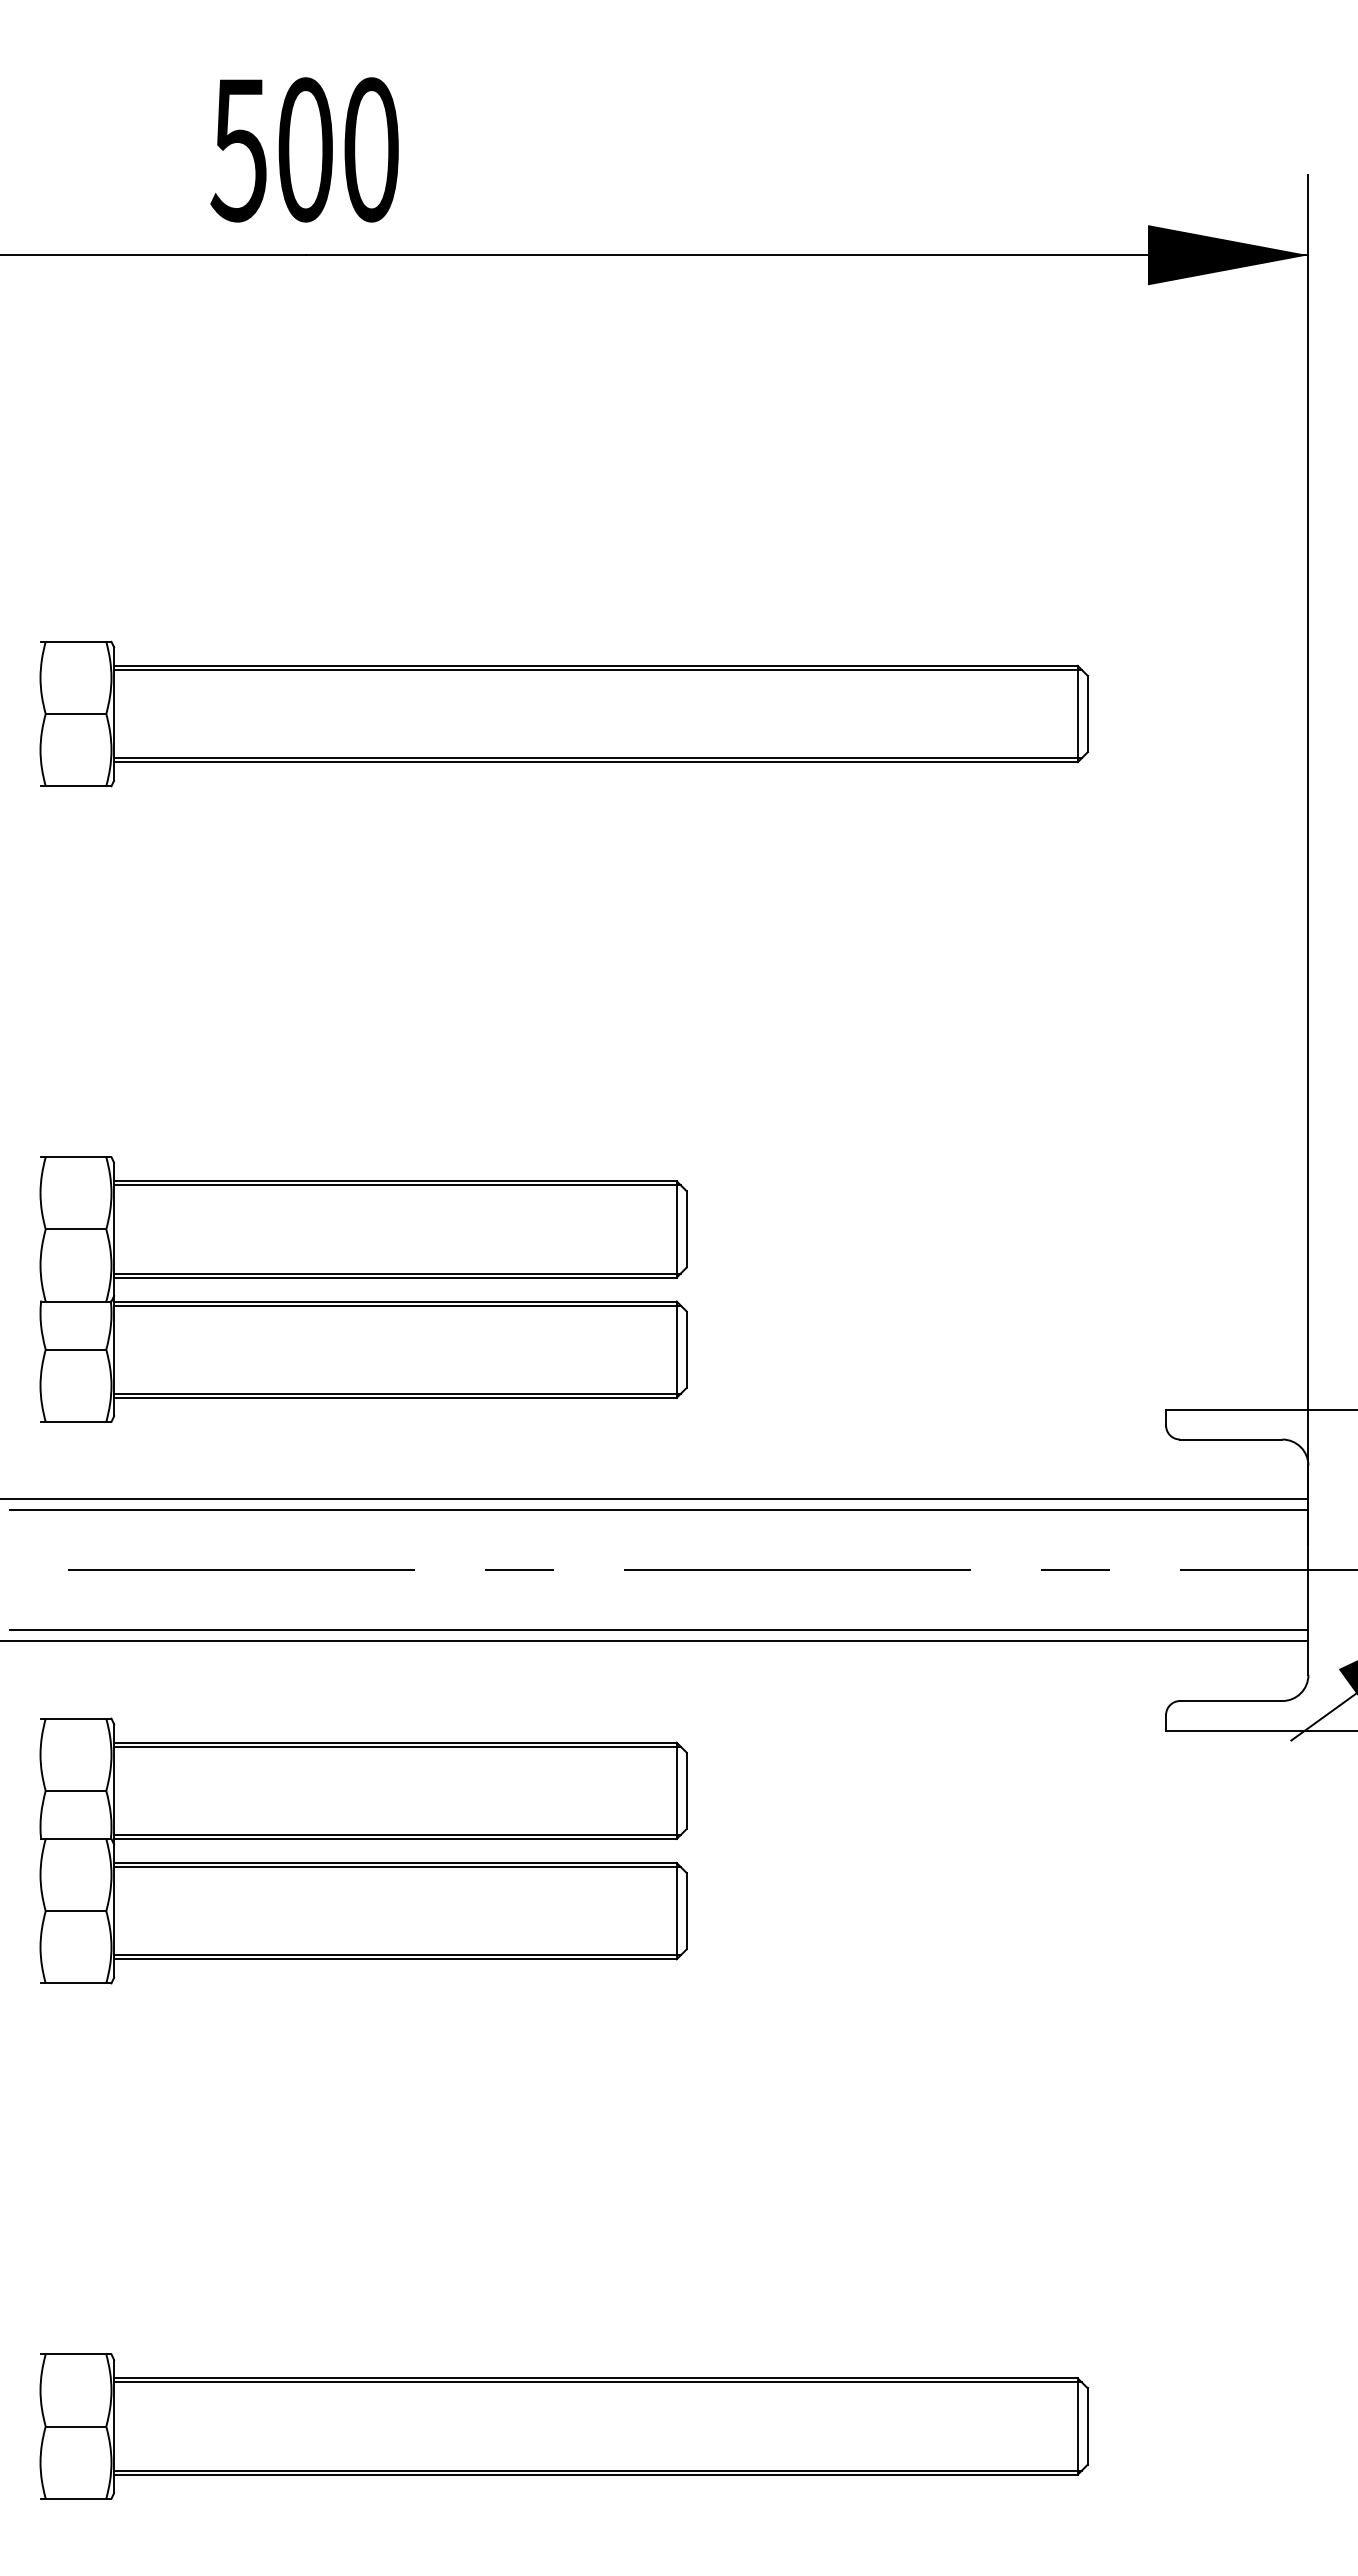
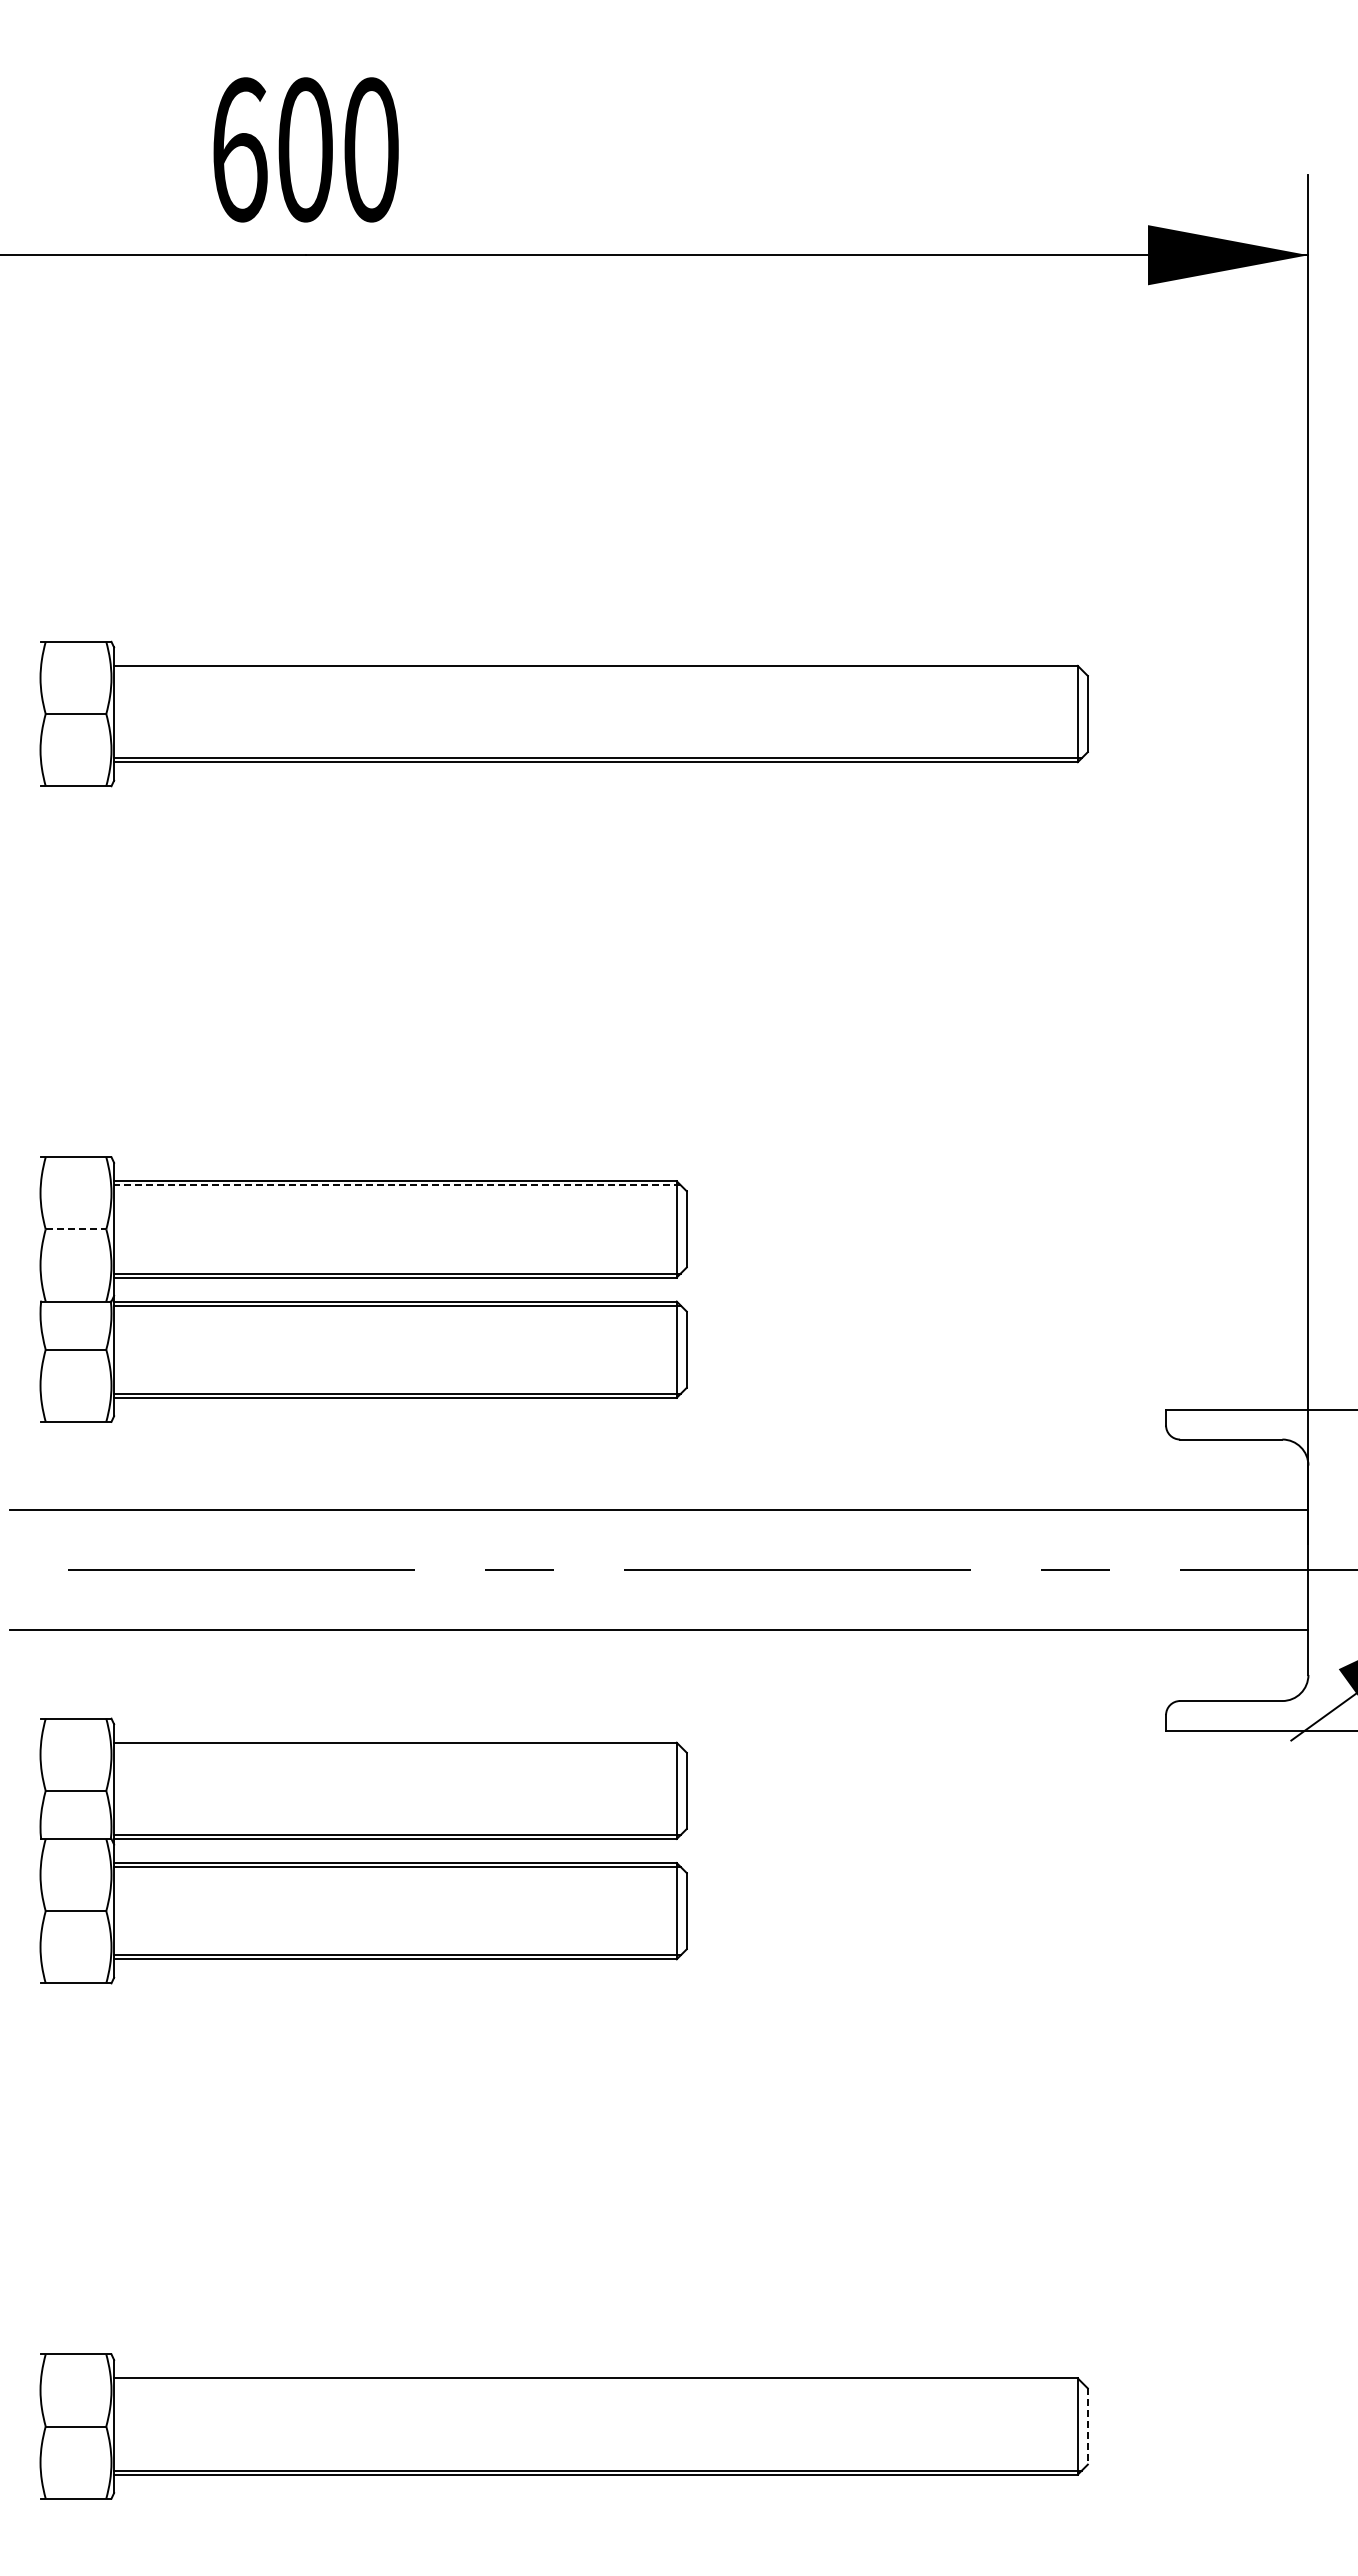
text at (238, 149): 500 -> 600
line at (597, 669): present -> none
line at (396, 1185): solid -> dashed
line at (76, 1229): solid -> dashed
line at (655, 1499): present -> none
line at (655, 1641): present -> none
line at (397, 1746): present -> none
line at (597, 2382): present -> none
line at (1087, 2427): solid -> dashed
